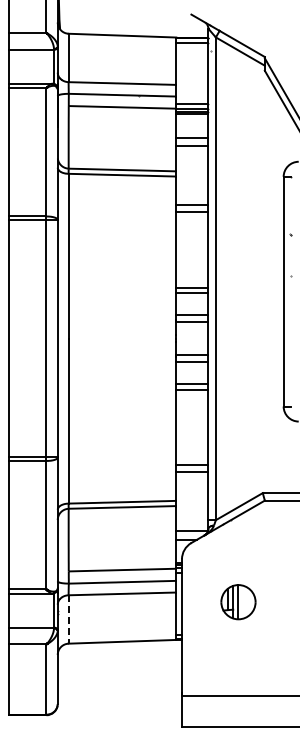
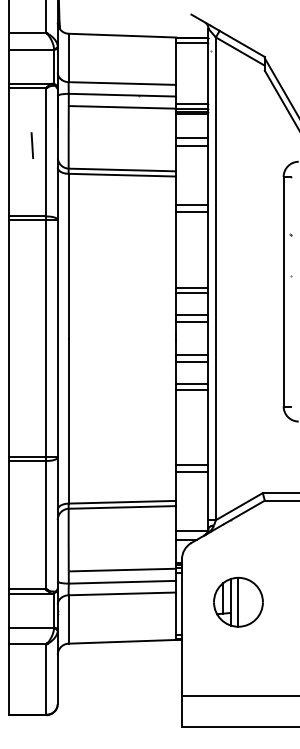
line at (32, 145): none -> present
part at (238, 602) size: 37x37 px -> 51x52 px
line at (68, 619): dashed -> solid
